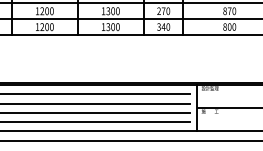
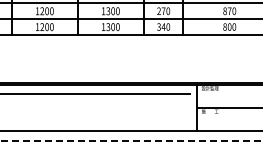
line at (96, 103): present -> none
line at (96, 112): present -> none
line at (96, 122): present -> none
line at (131, 141): solid -> dashed
